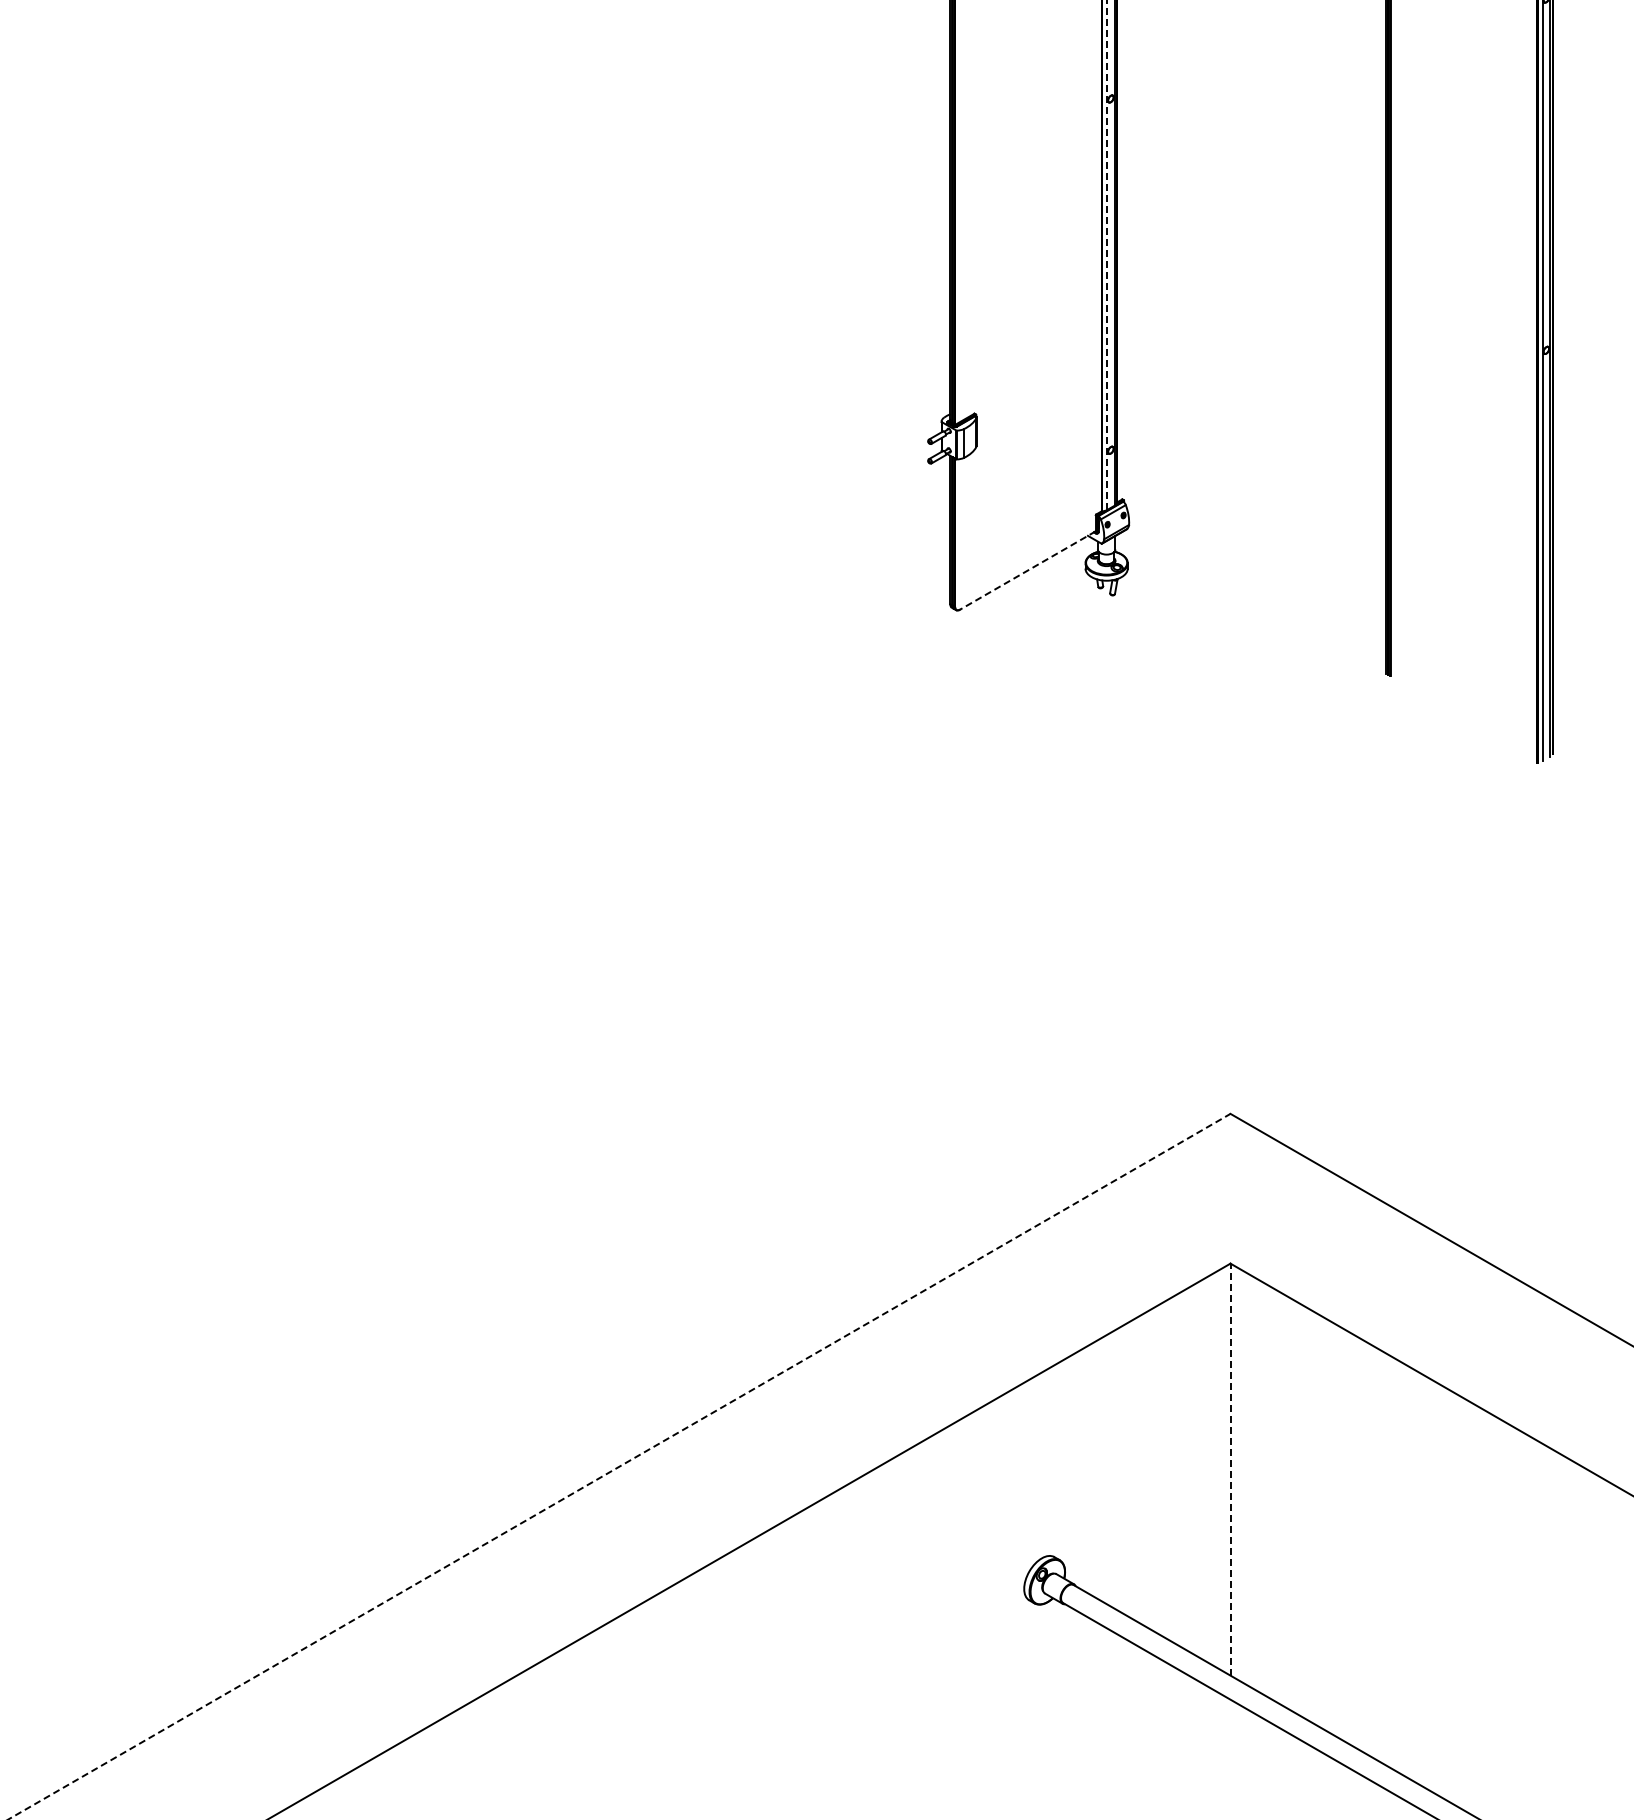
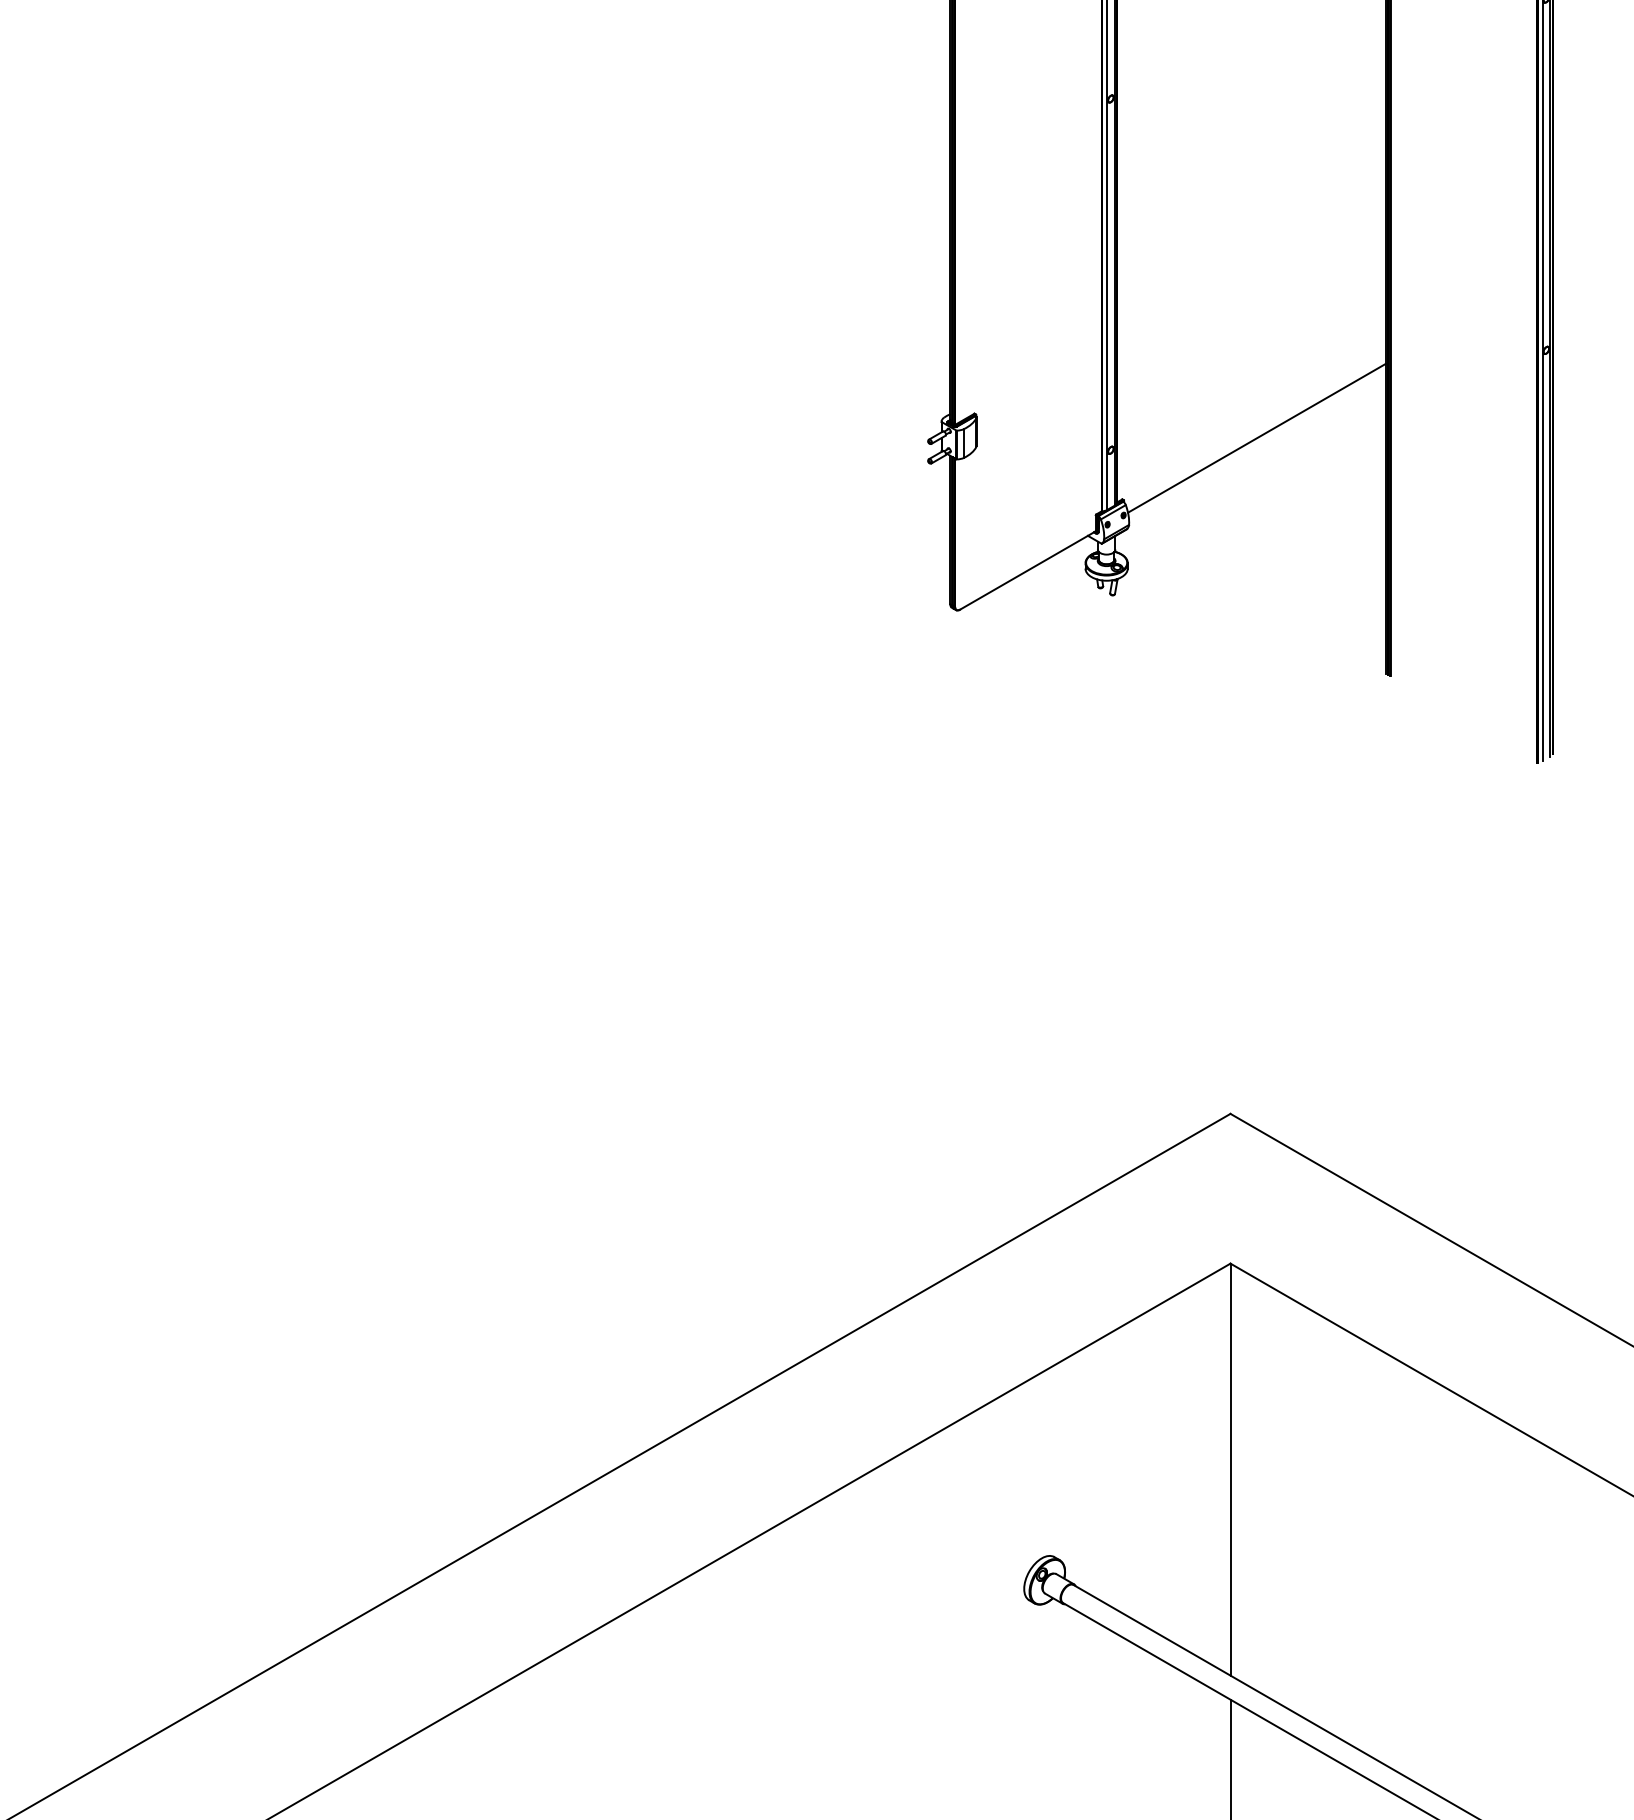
line at (1107, 255): dashed -> solid
line at (1256, 437): none -> present
line at (1027, 570): dashed -> solid
line at (619, 1466): dashed -> solid
line at (1230, 1469): dashed -> solid
line at (1230, 1757): none -> present
